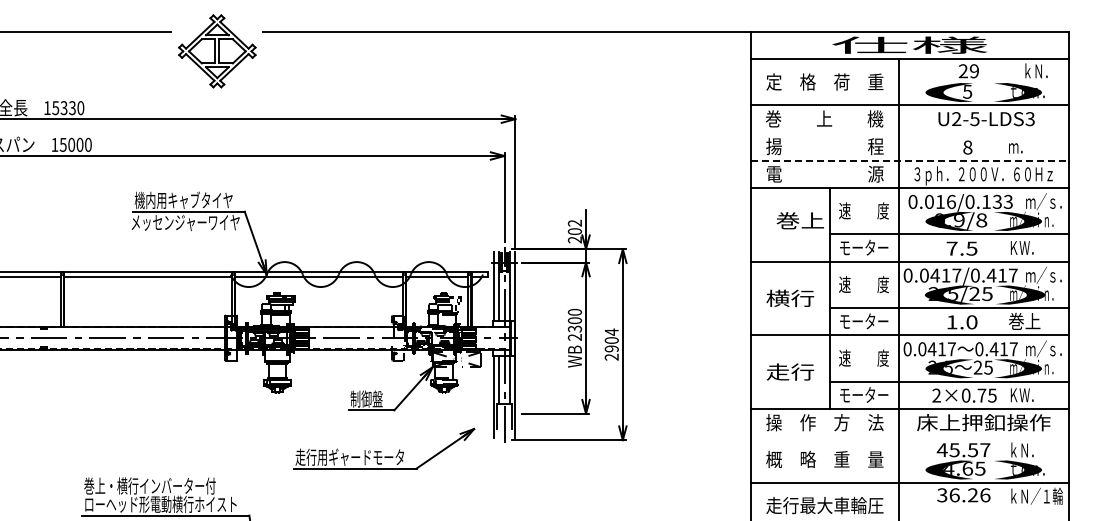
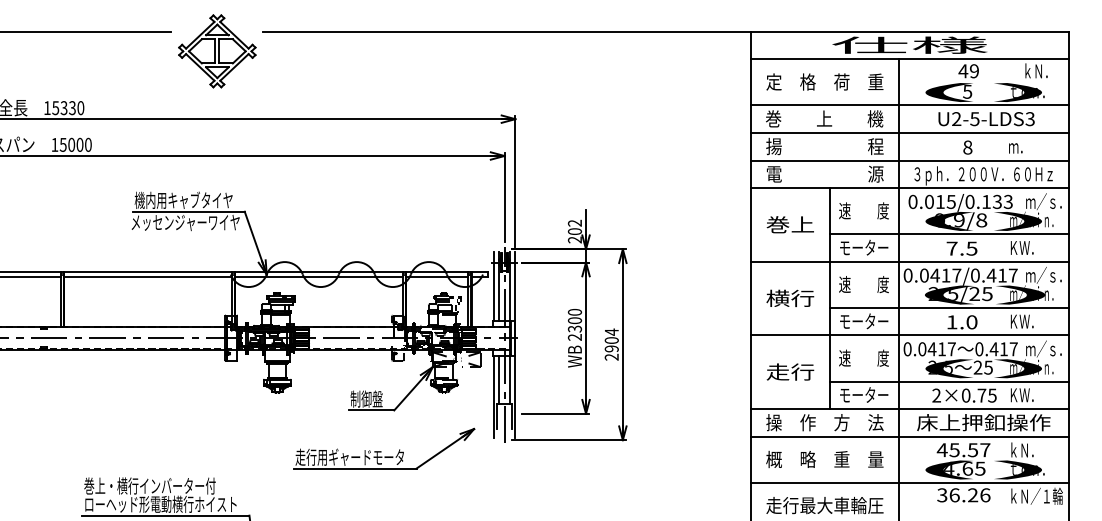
text at (963, 71): 29 -> 49
line at (909, 132): none -> present
line at (910, 160): dashed -> solid
text at (950, 201): 0.016/0.133 -> 0.015/0.133
text at (799, 220) position: (799, 220) -> (789, 224)
text at (1024, 320): 巻上 -> ＫＷ．
line at (909, 436): none -> present
